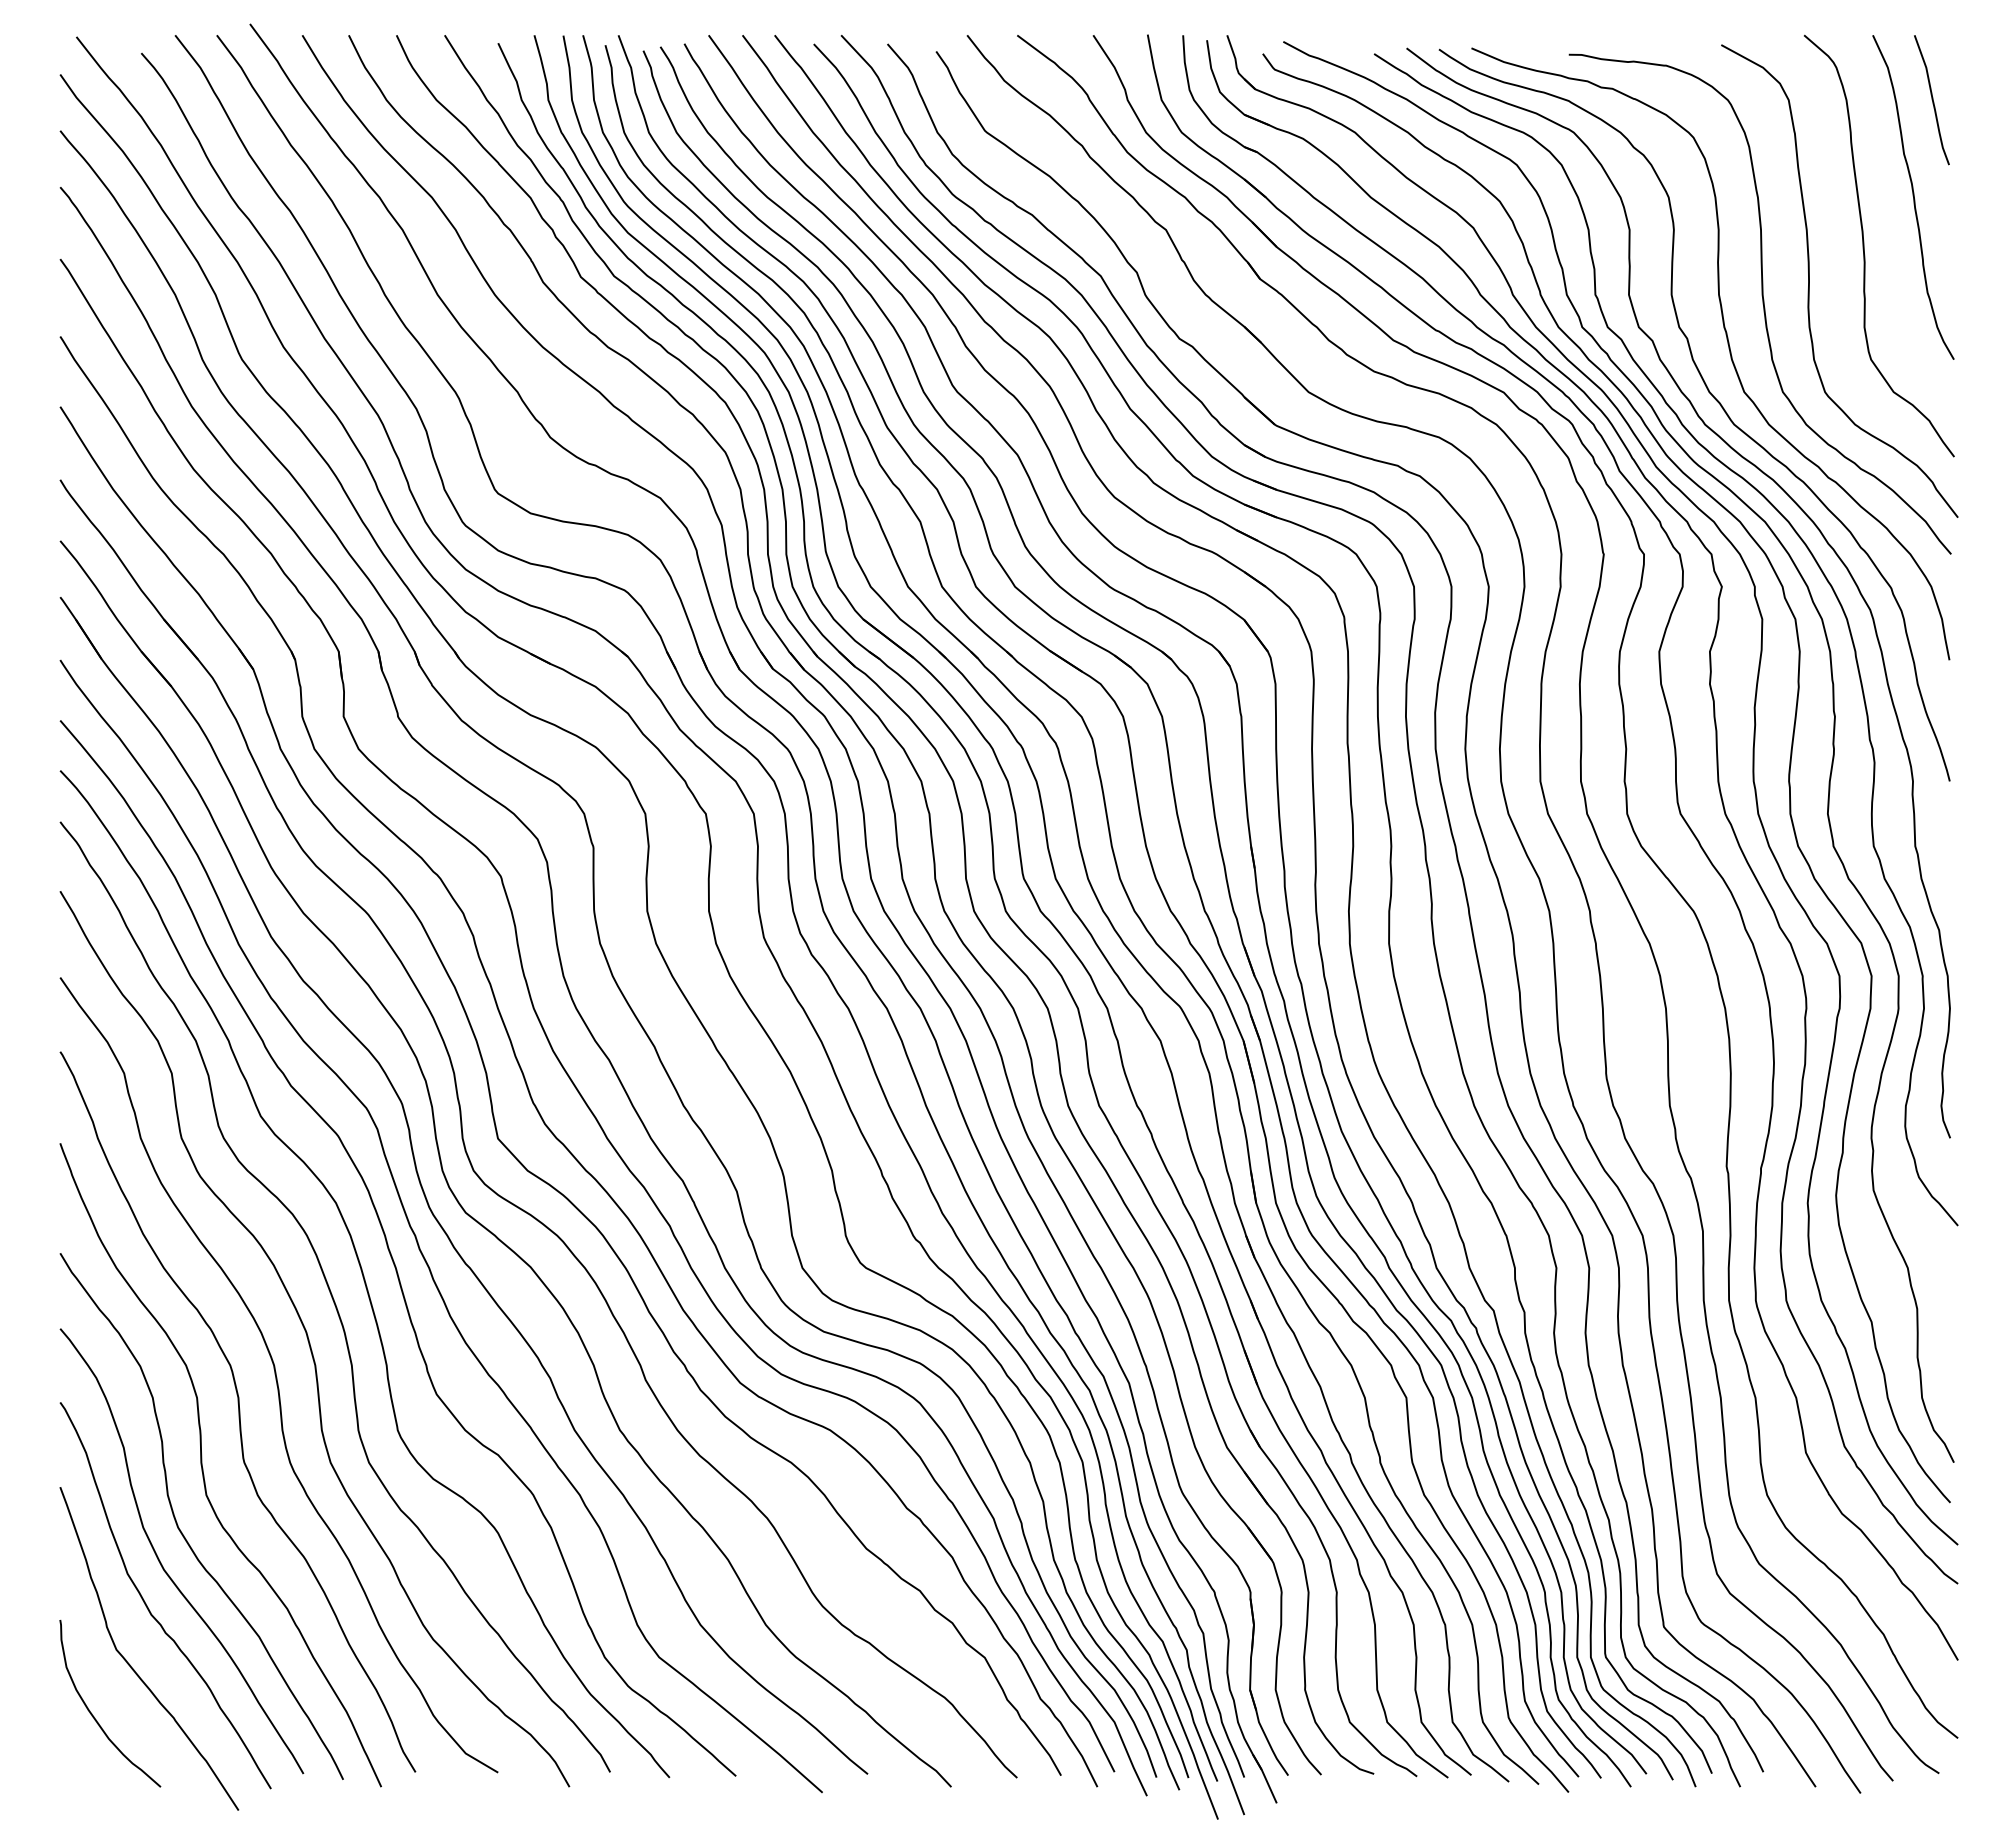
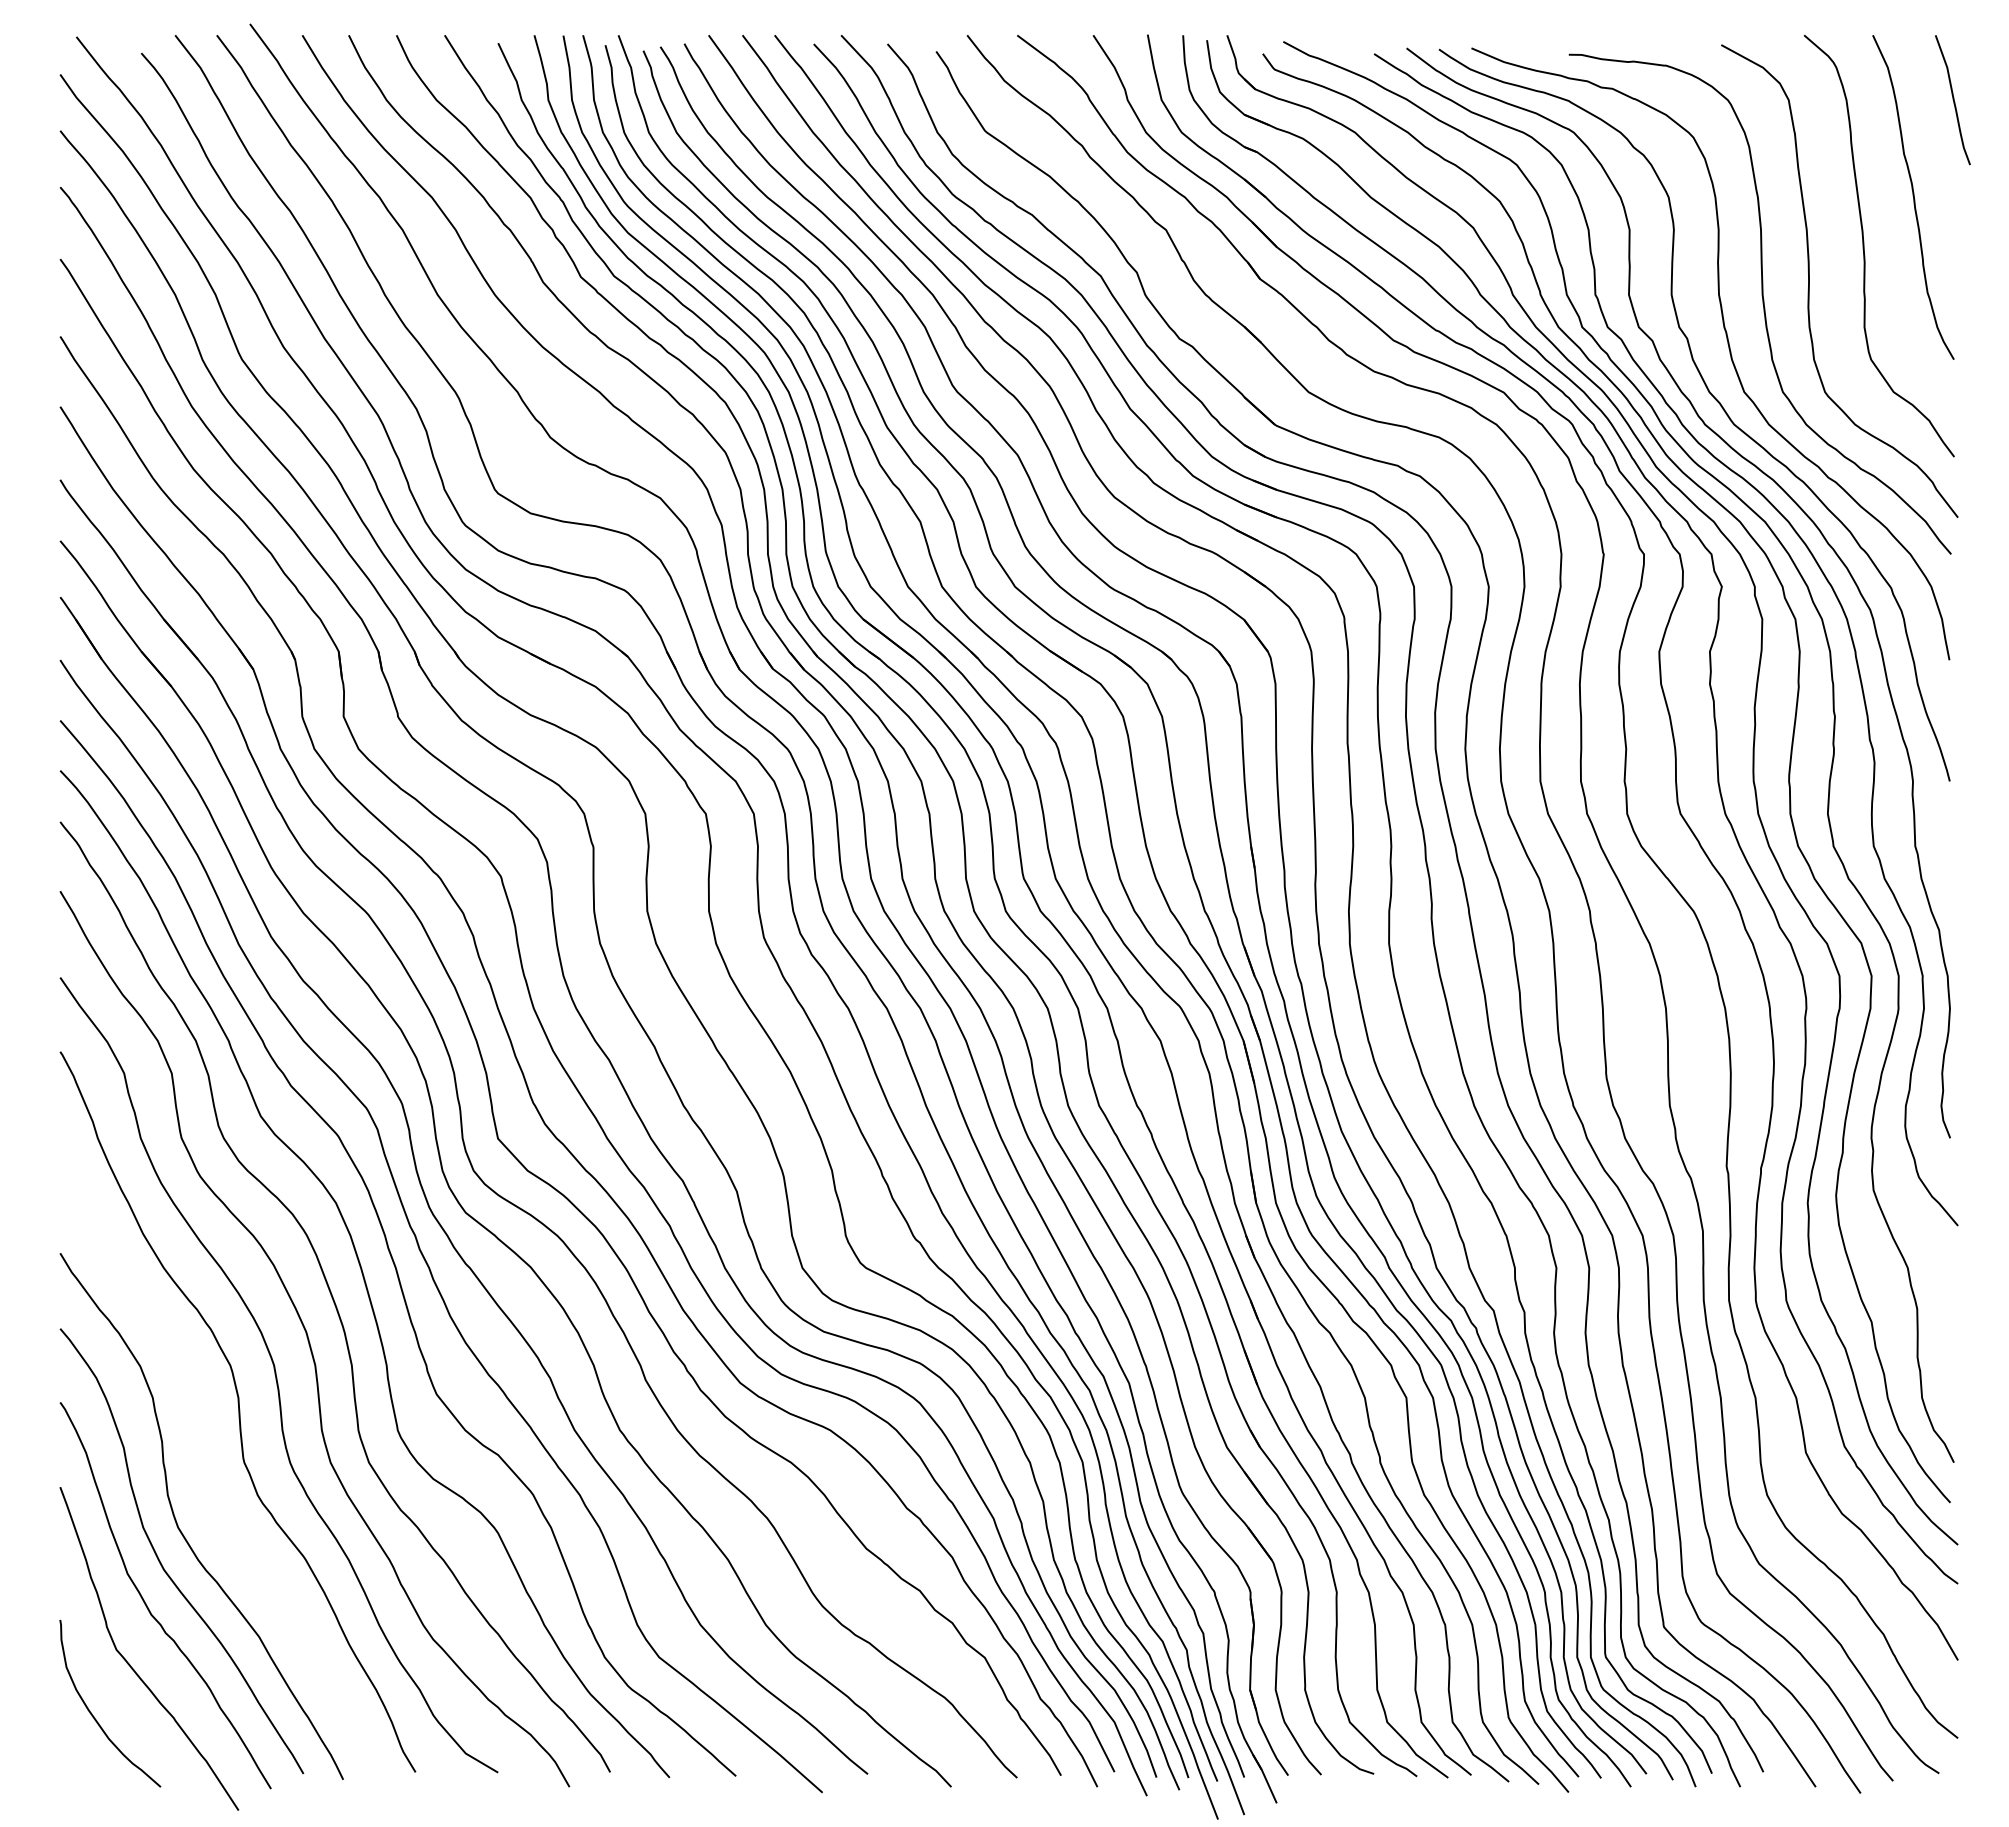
curve at (1931, 99) position: (1931, 99) -> (1952, 99)
curve at (203, 1468): present -> none
